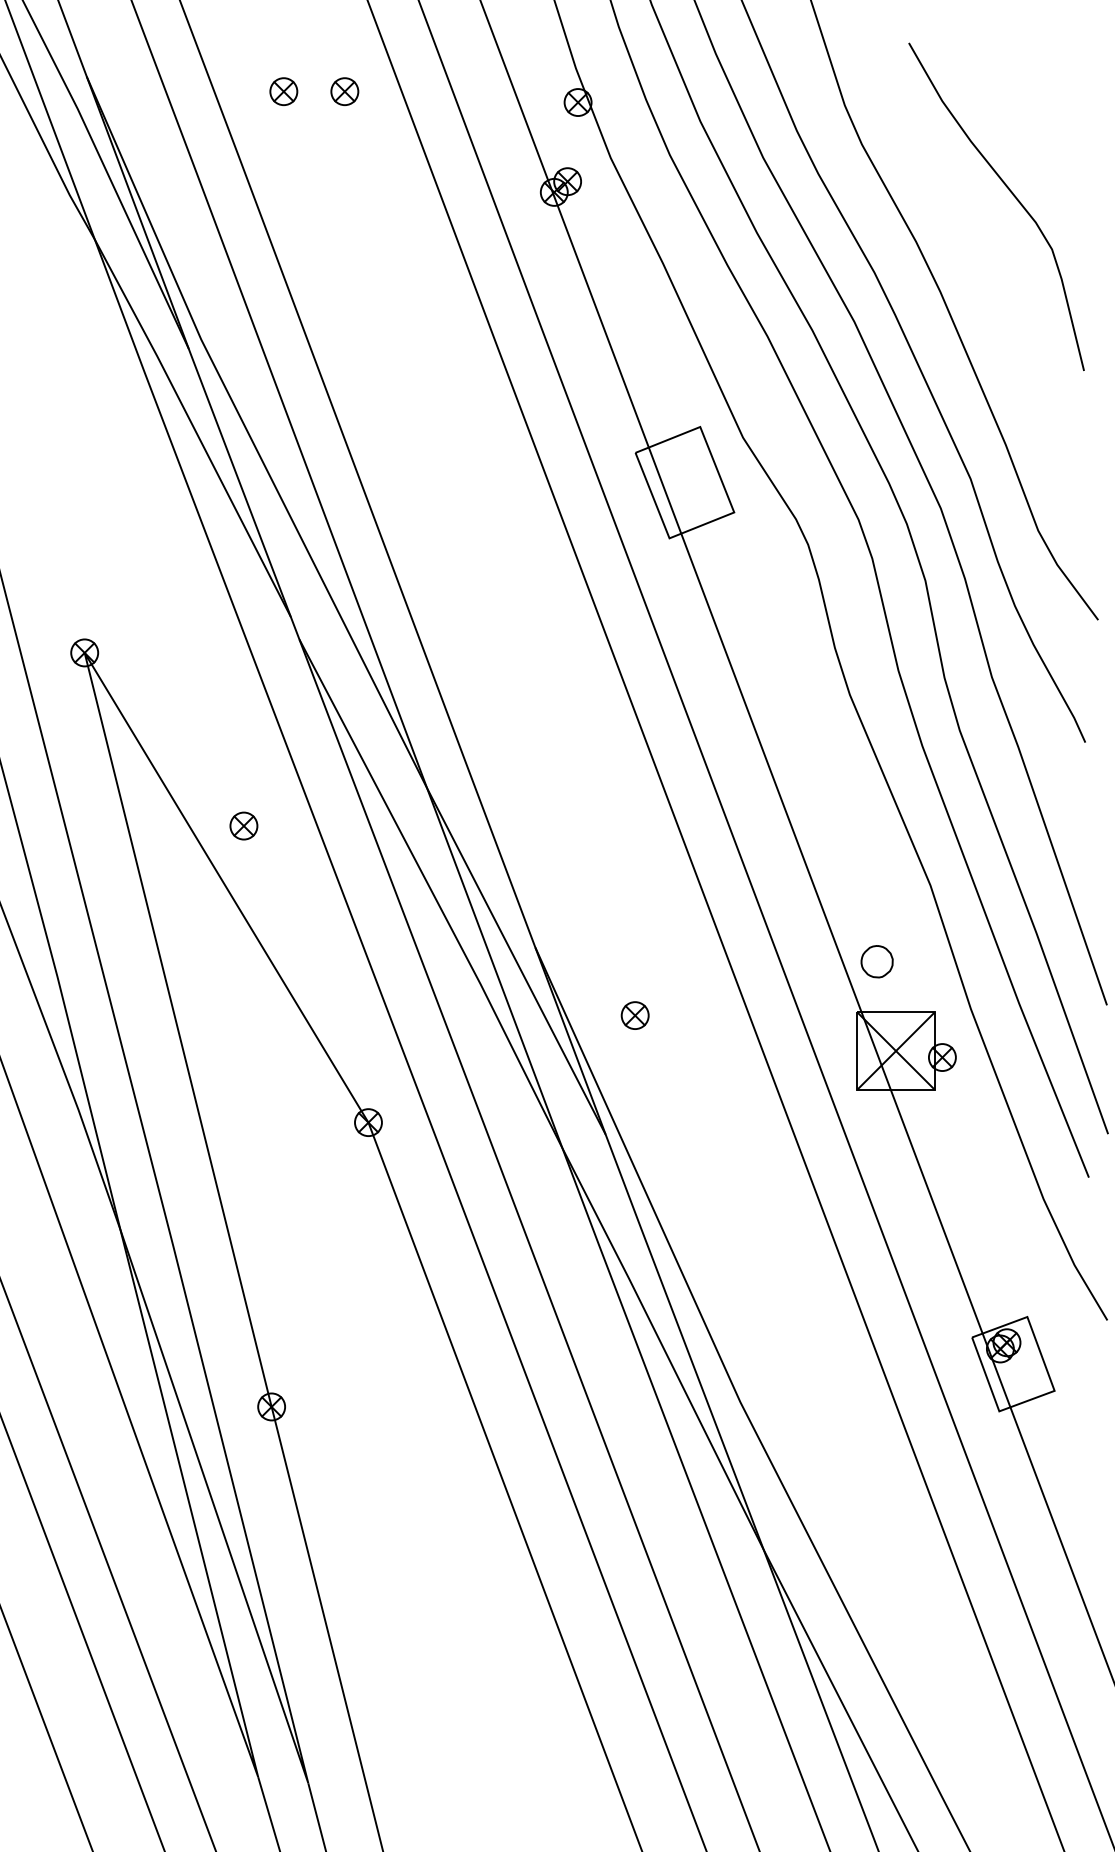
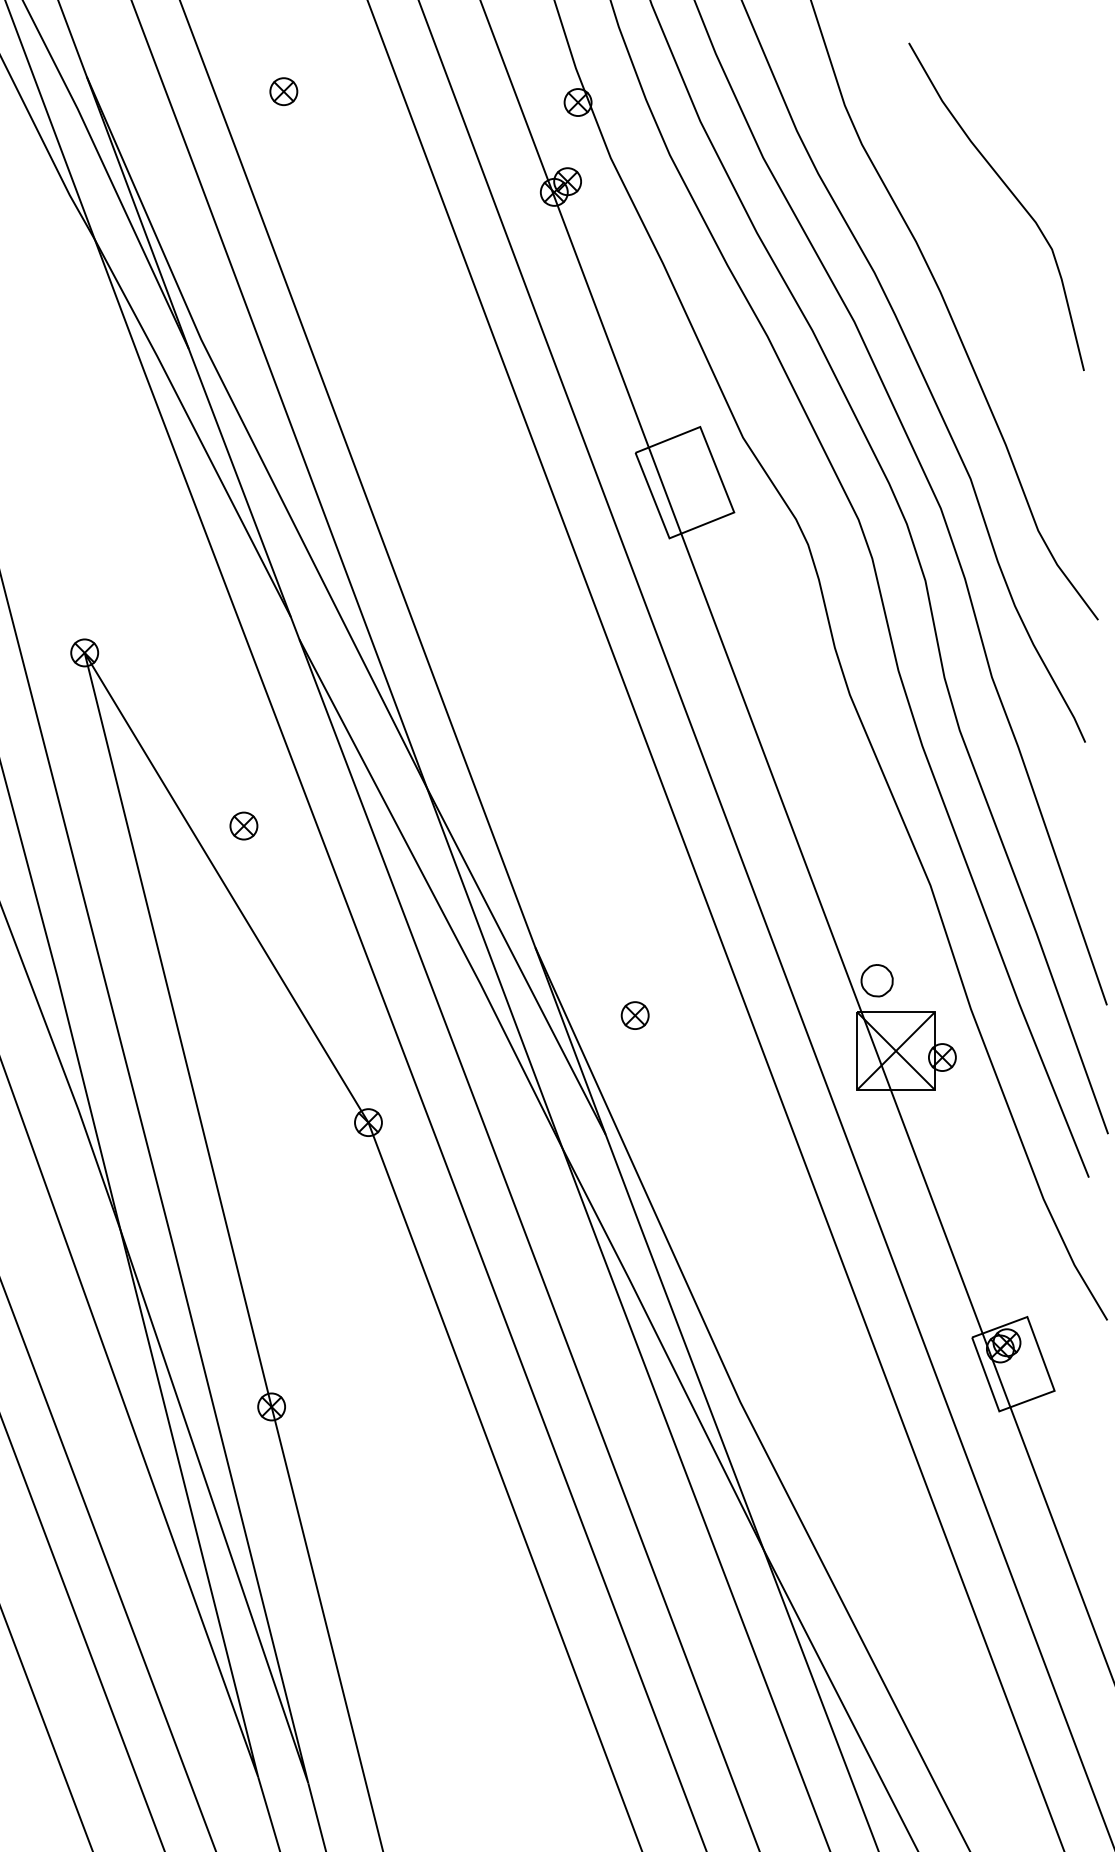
part at (344, 91): present -> none
part at (876, 961) position: (876, 961) -> (876, 980)
